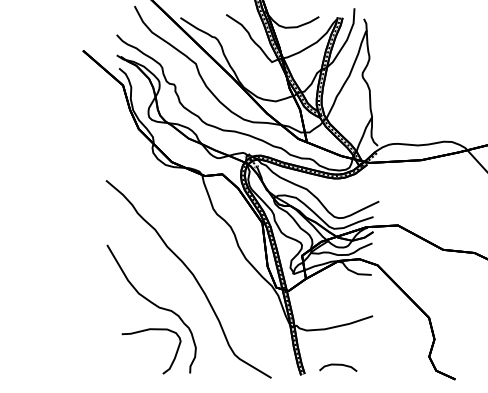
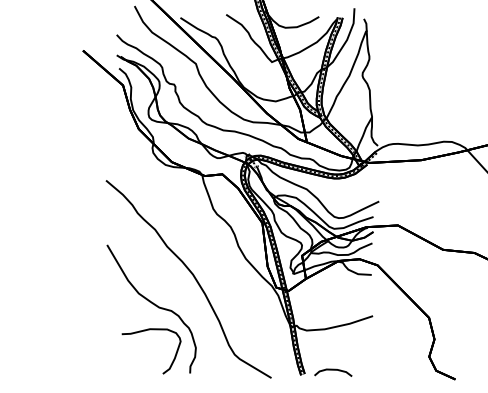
curve at (338, 365) position: (338, 365) -> (333, 370)
